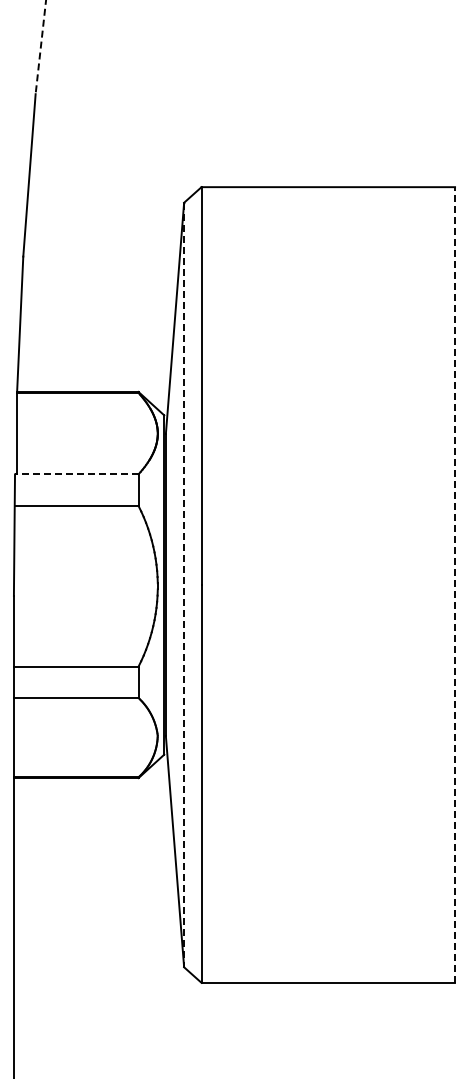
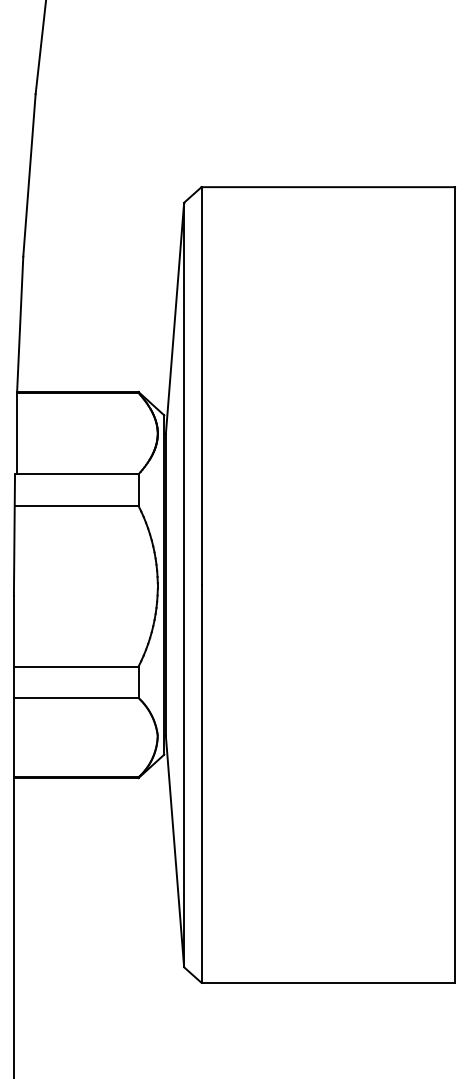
line at (40, 47): dashed -> solid
line at (76, 474): dashed -> solid
line at (184, 585): dashed -> solid
line at (455, 585): dashed -> solid
